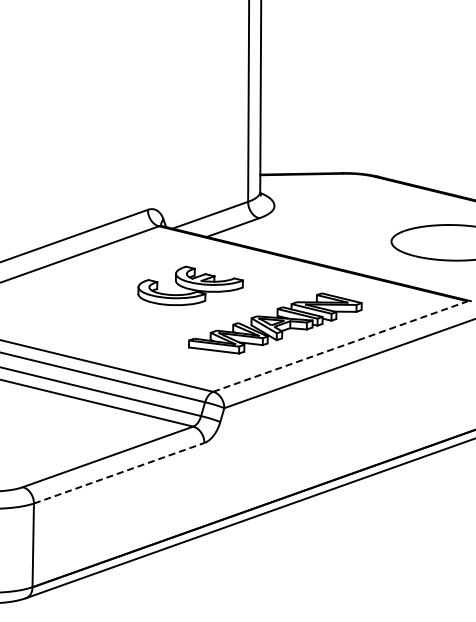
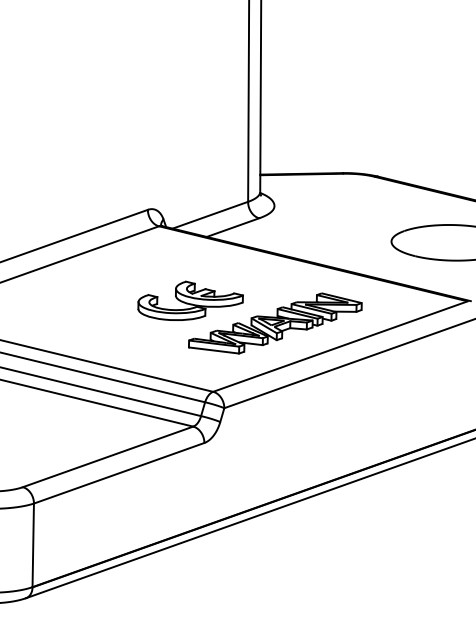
part at (190, 285) position: (190, 285) -> (190, 300)
line at (340, 346): dashed -> solid
line at (119, 473): dashed -> solid
